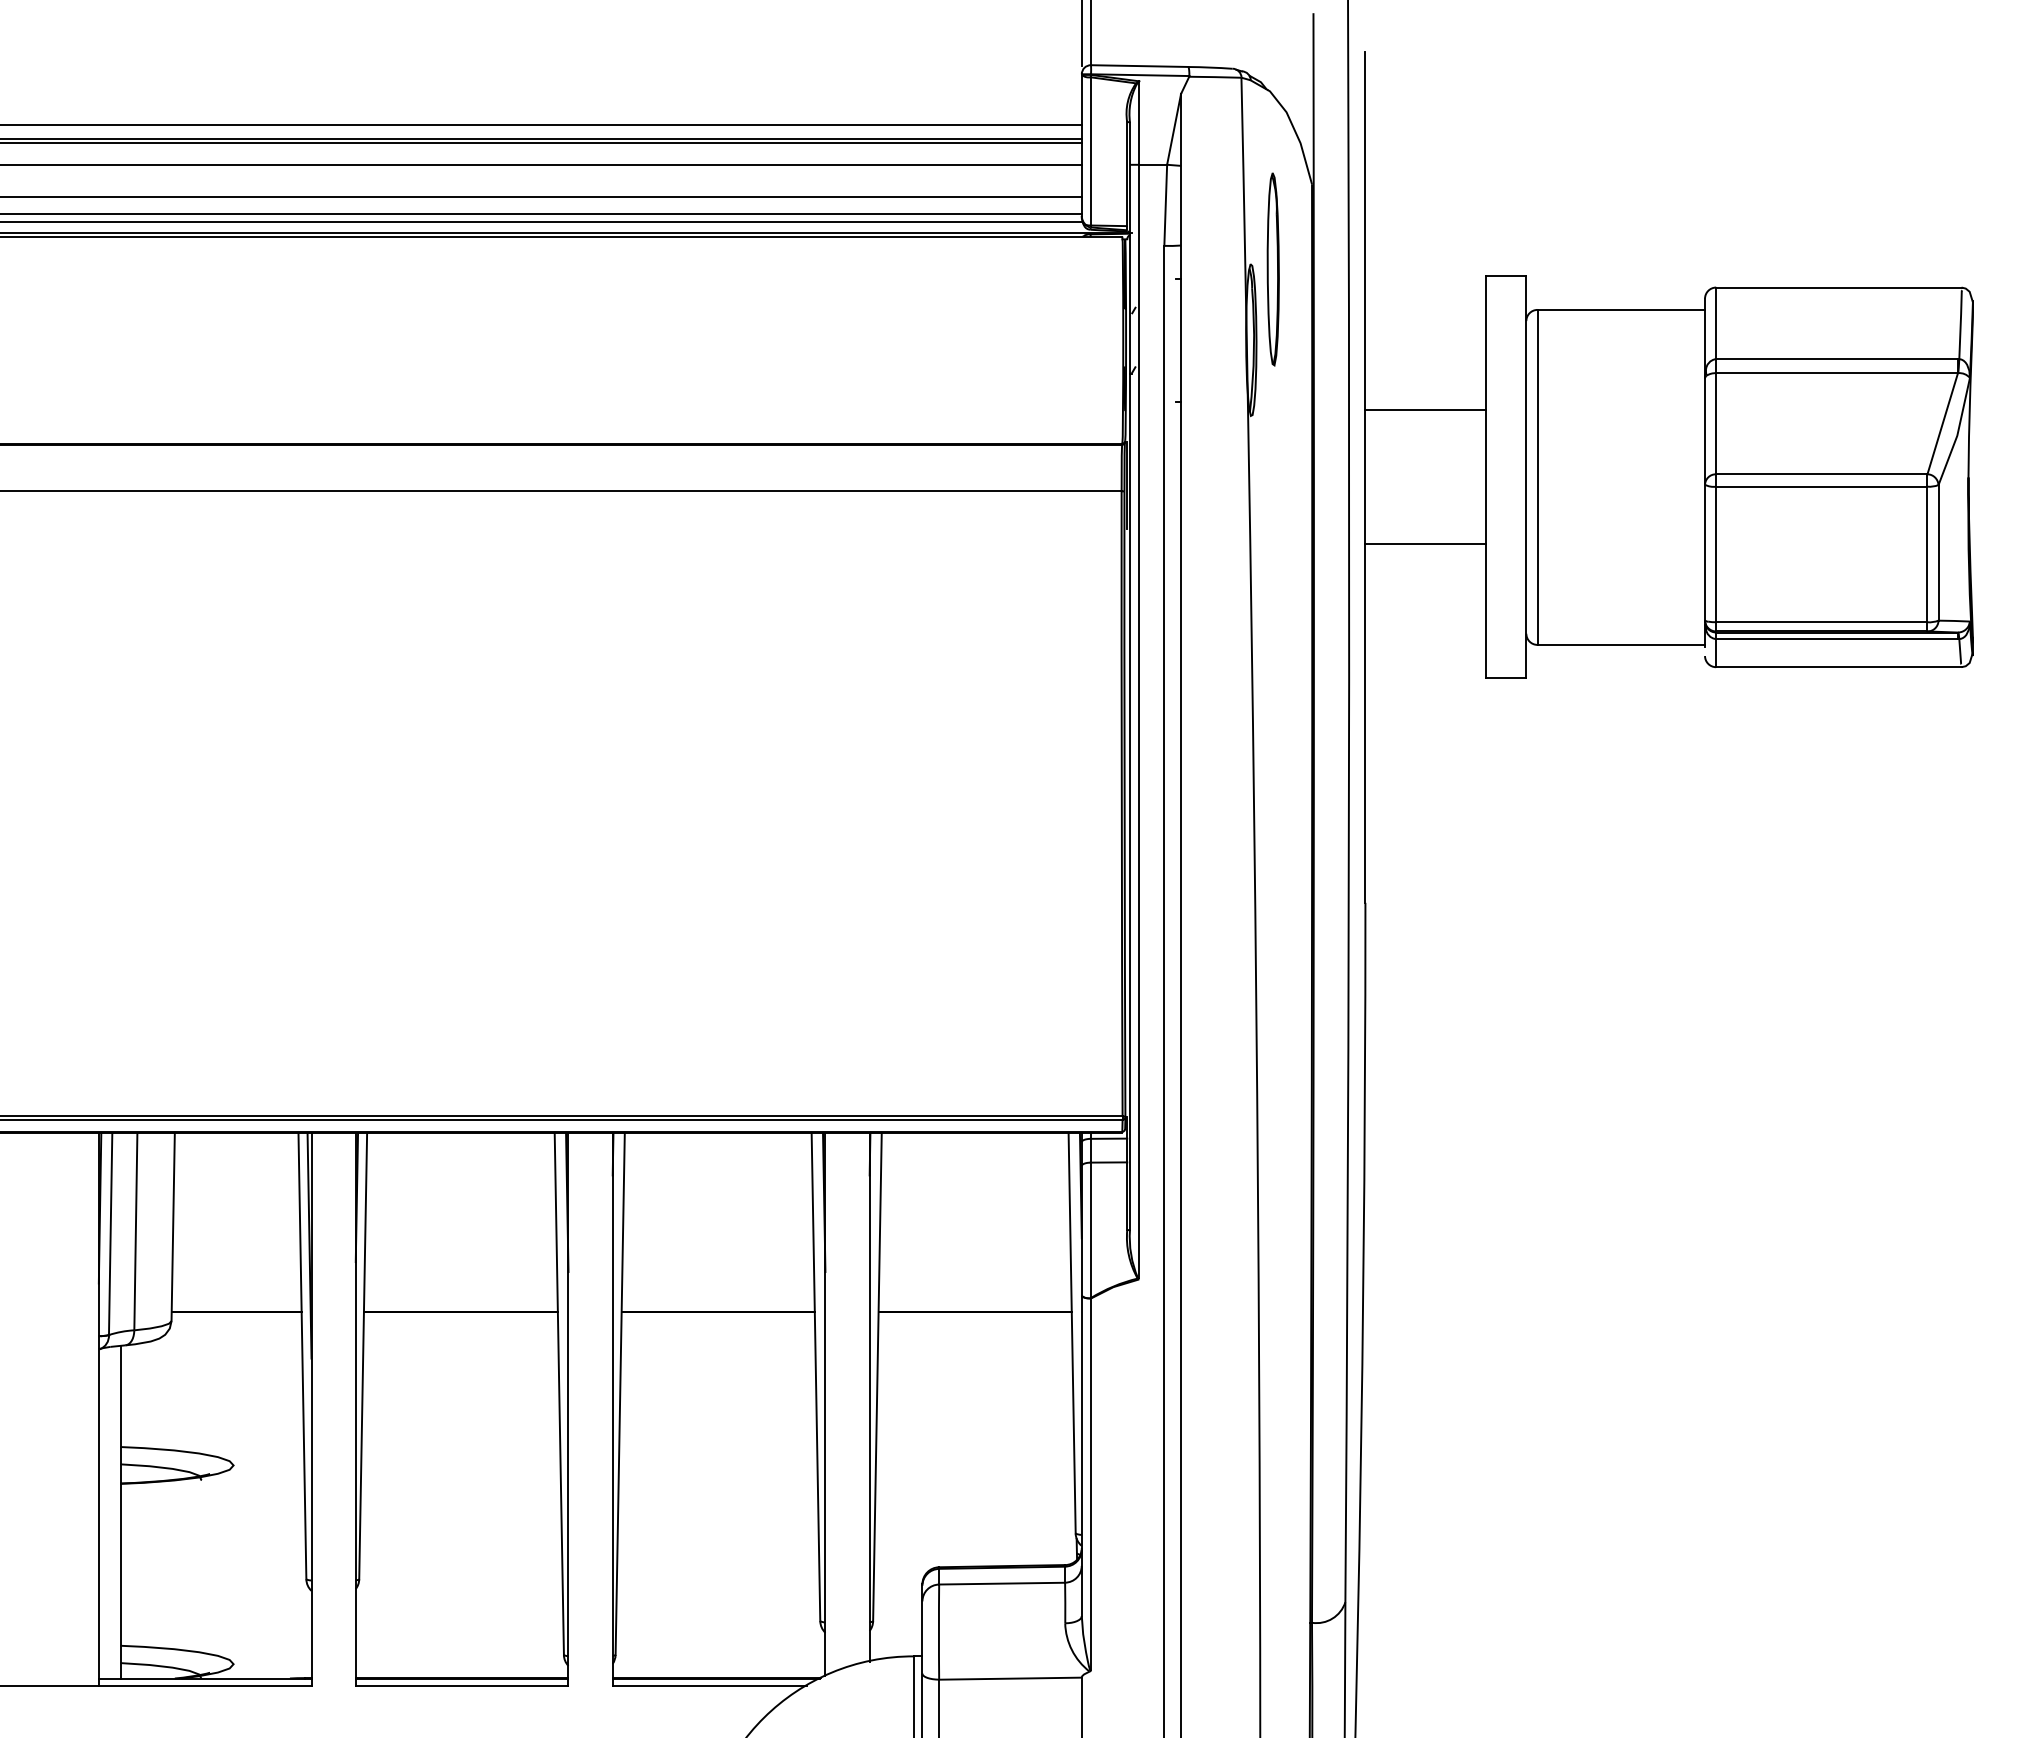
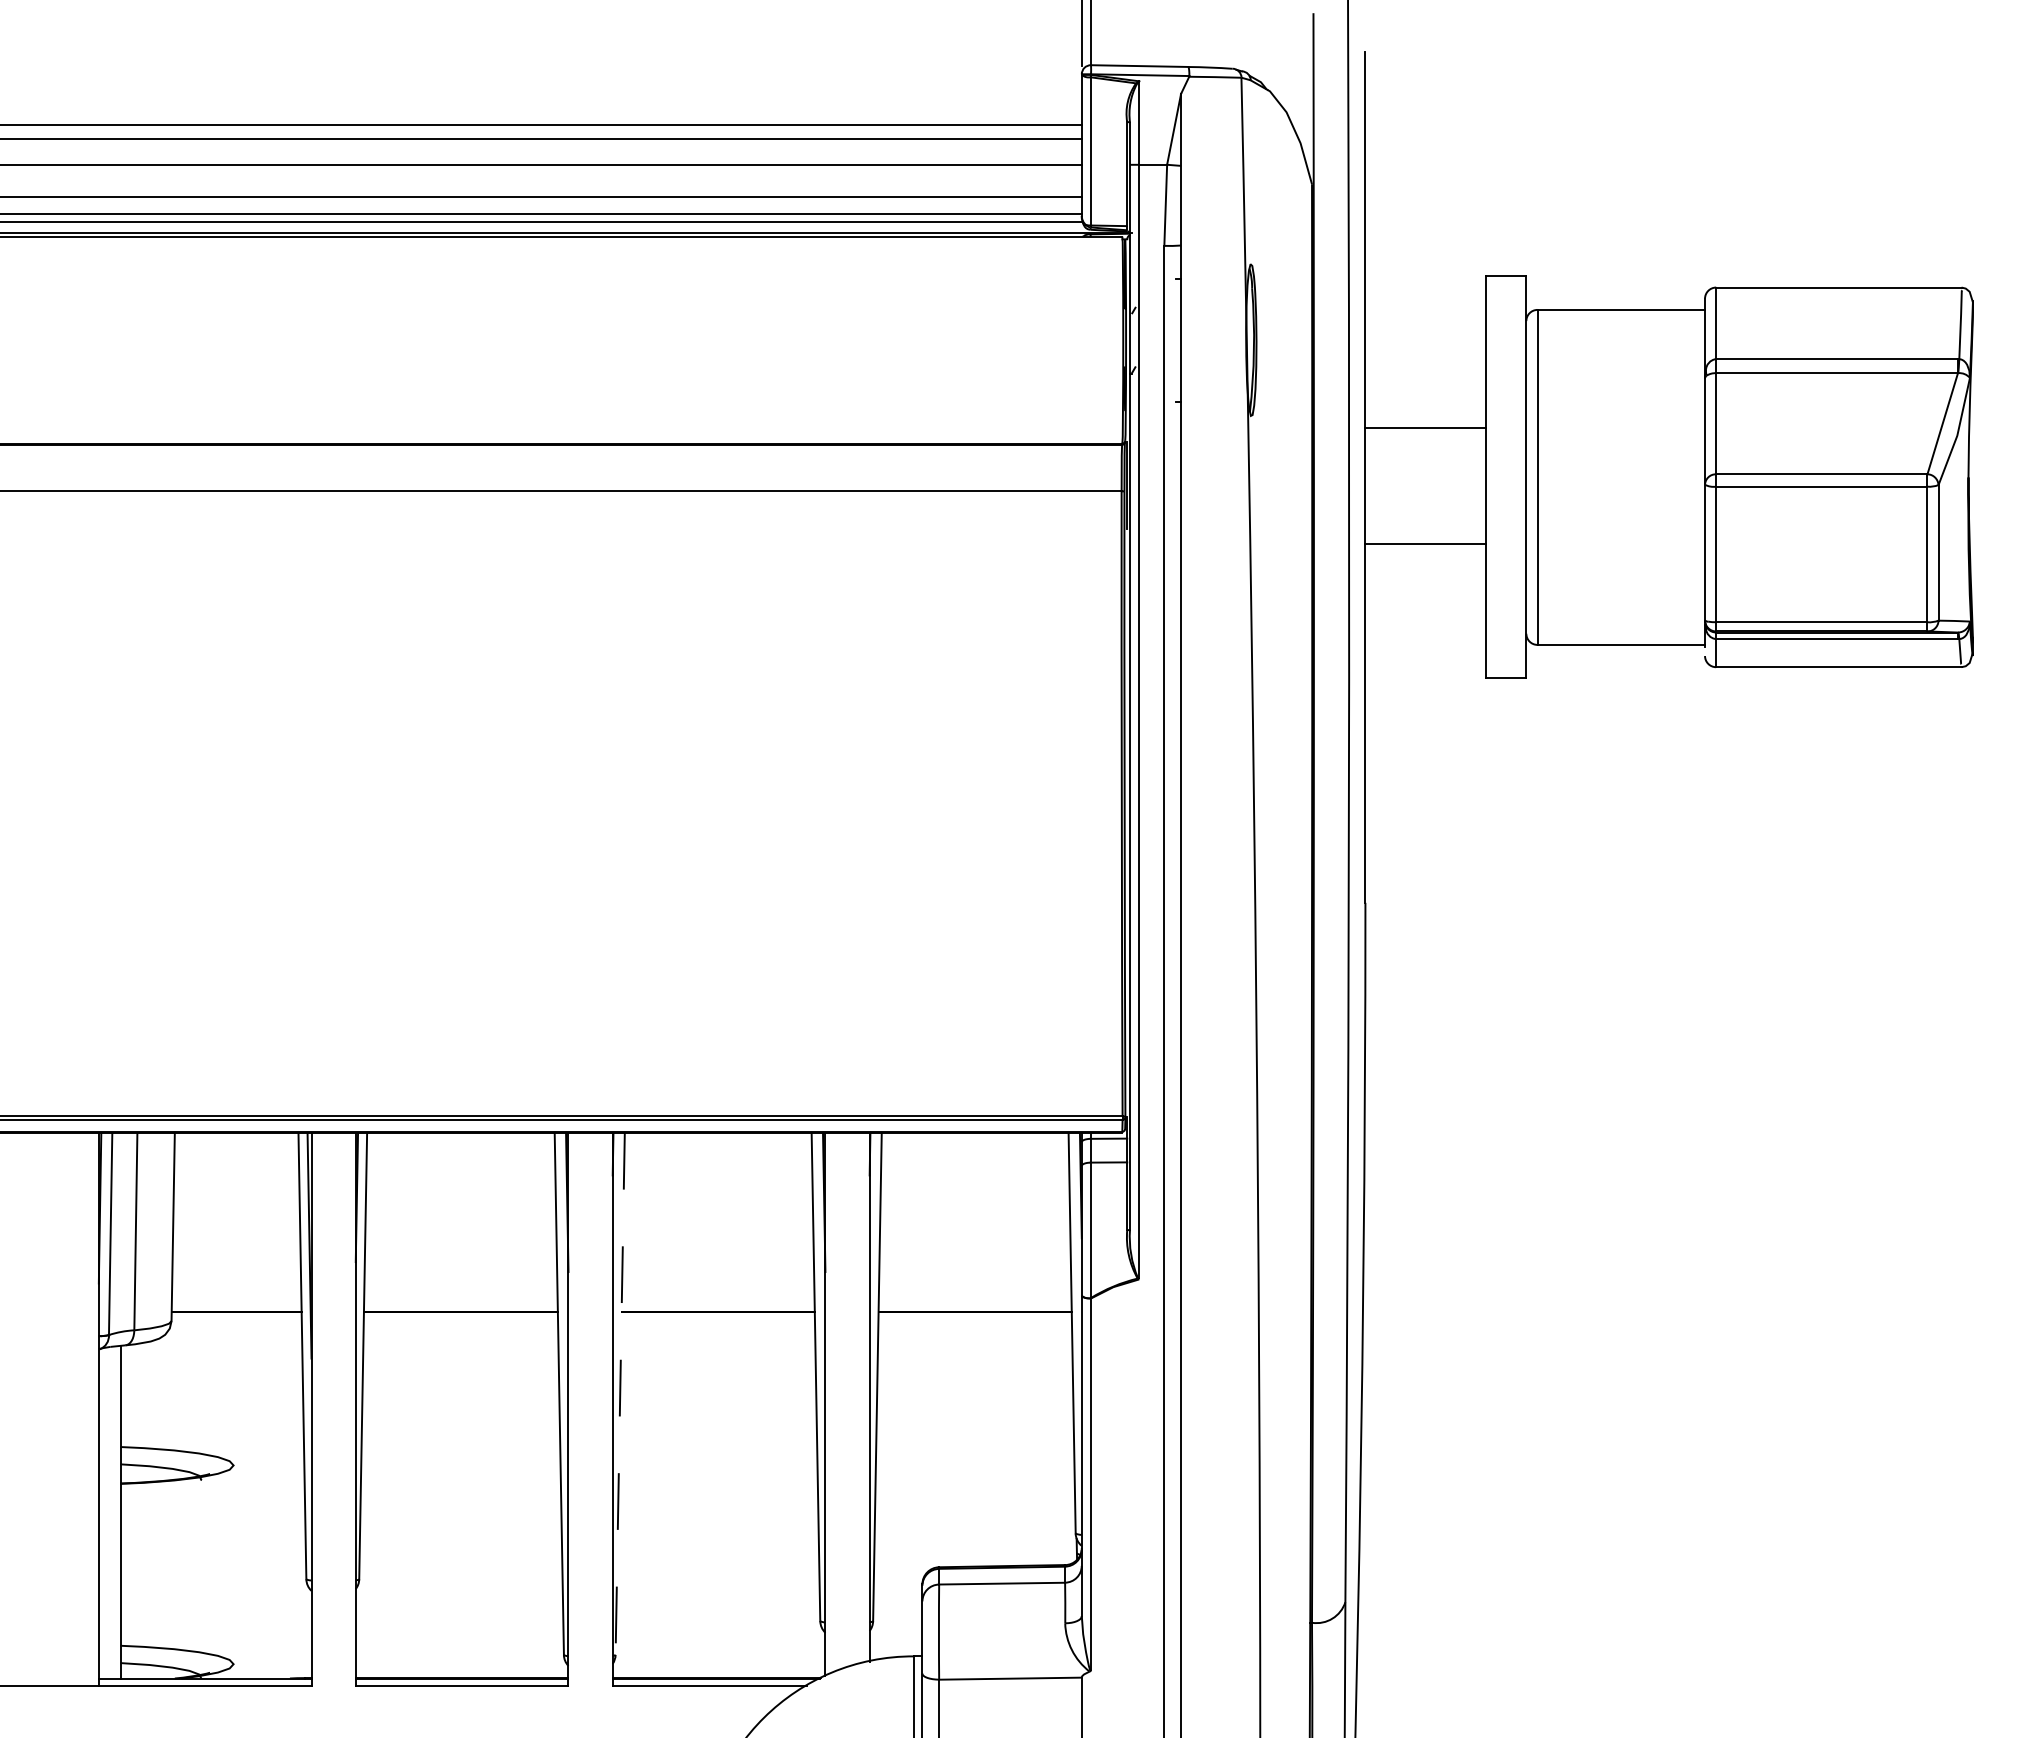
line at (541, 142): present -> none
part at (1272, 269): present -> none
line at (1425, 410) position: (1425, 410) -> (1425, 428)
line at (620, 1394): solid -> dashed
